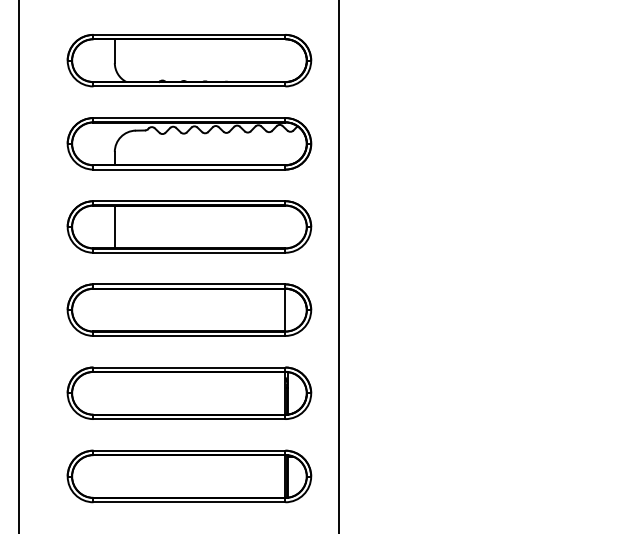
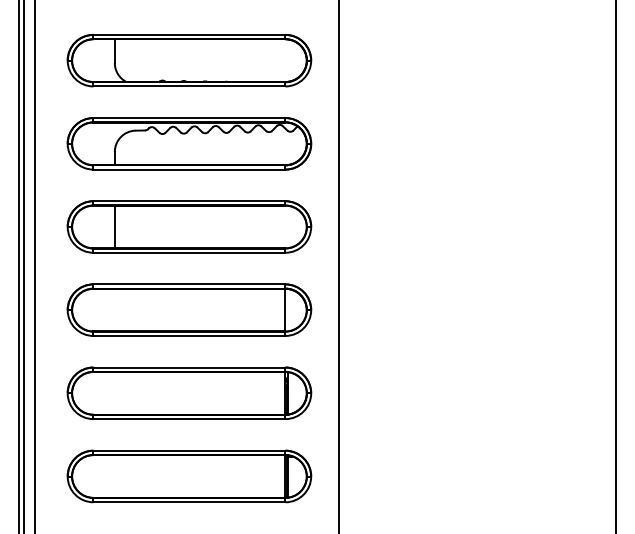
line at (24, 266): none -> present
line at (34, 266): none -> present
line at (615, 266): none -> present
